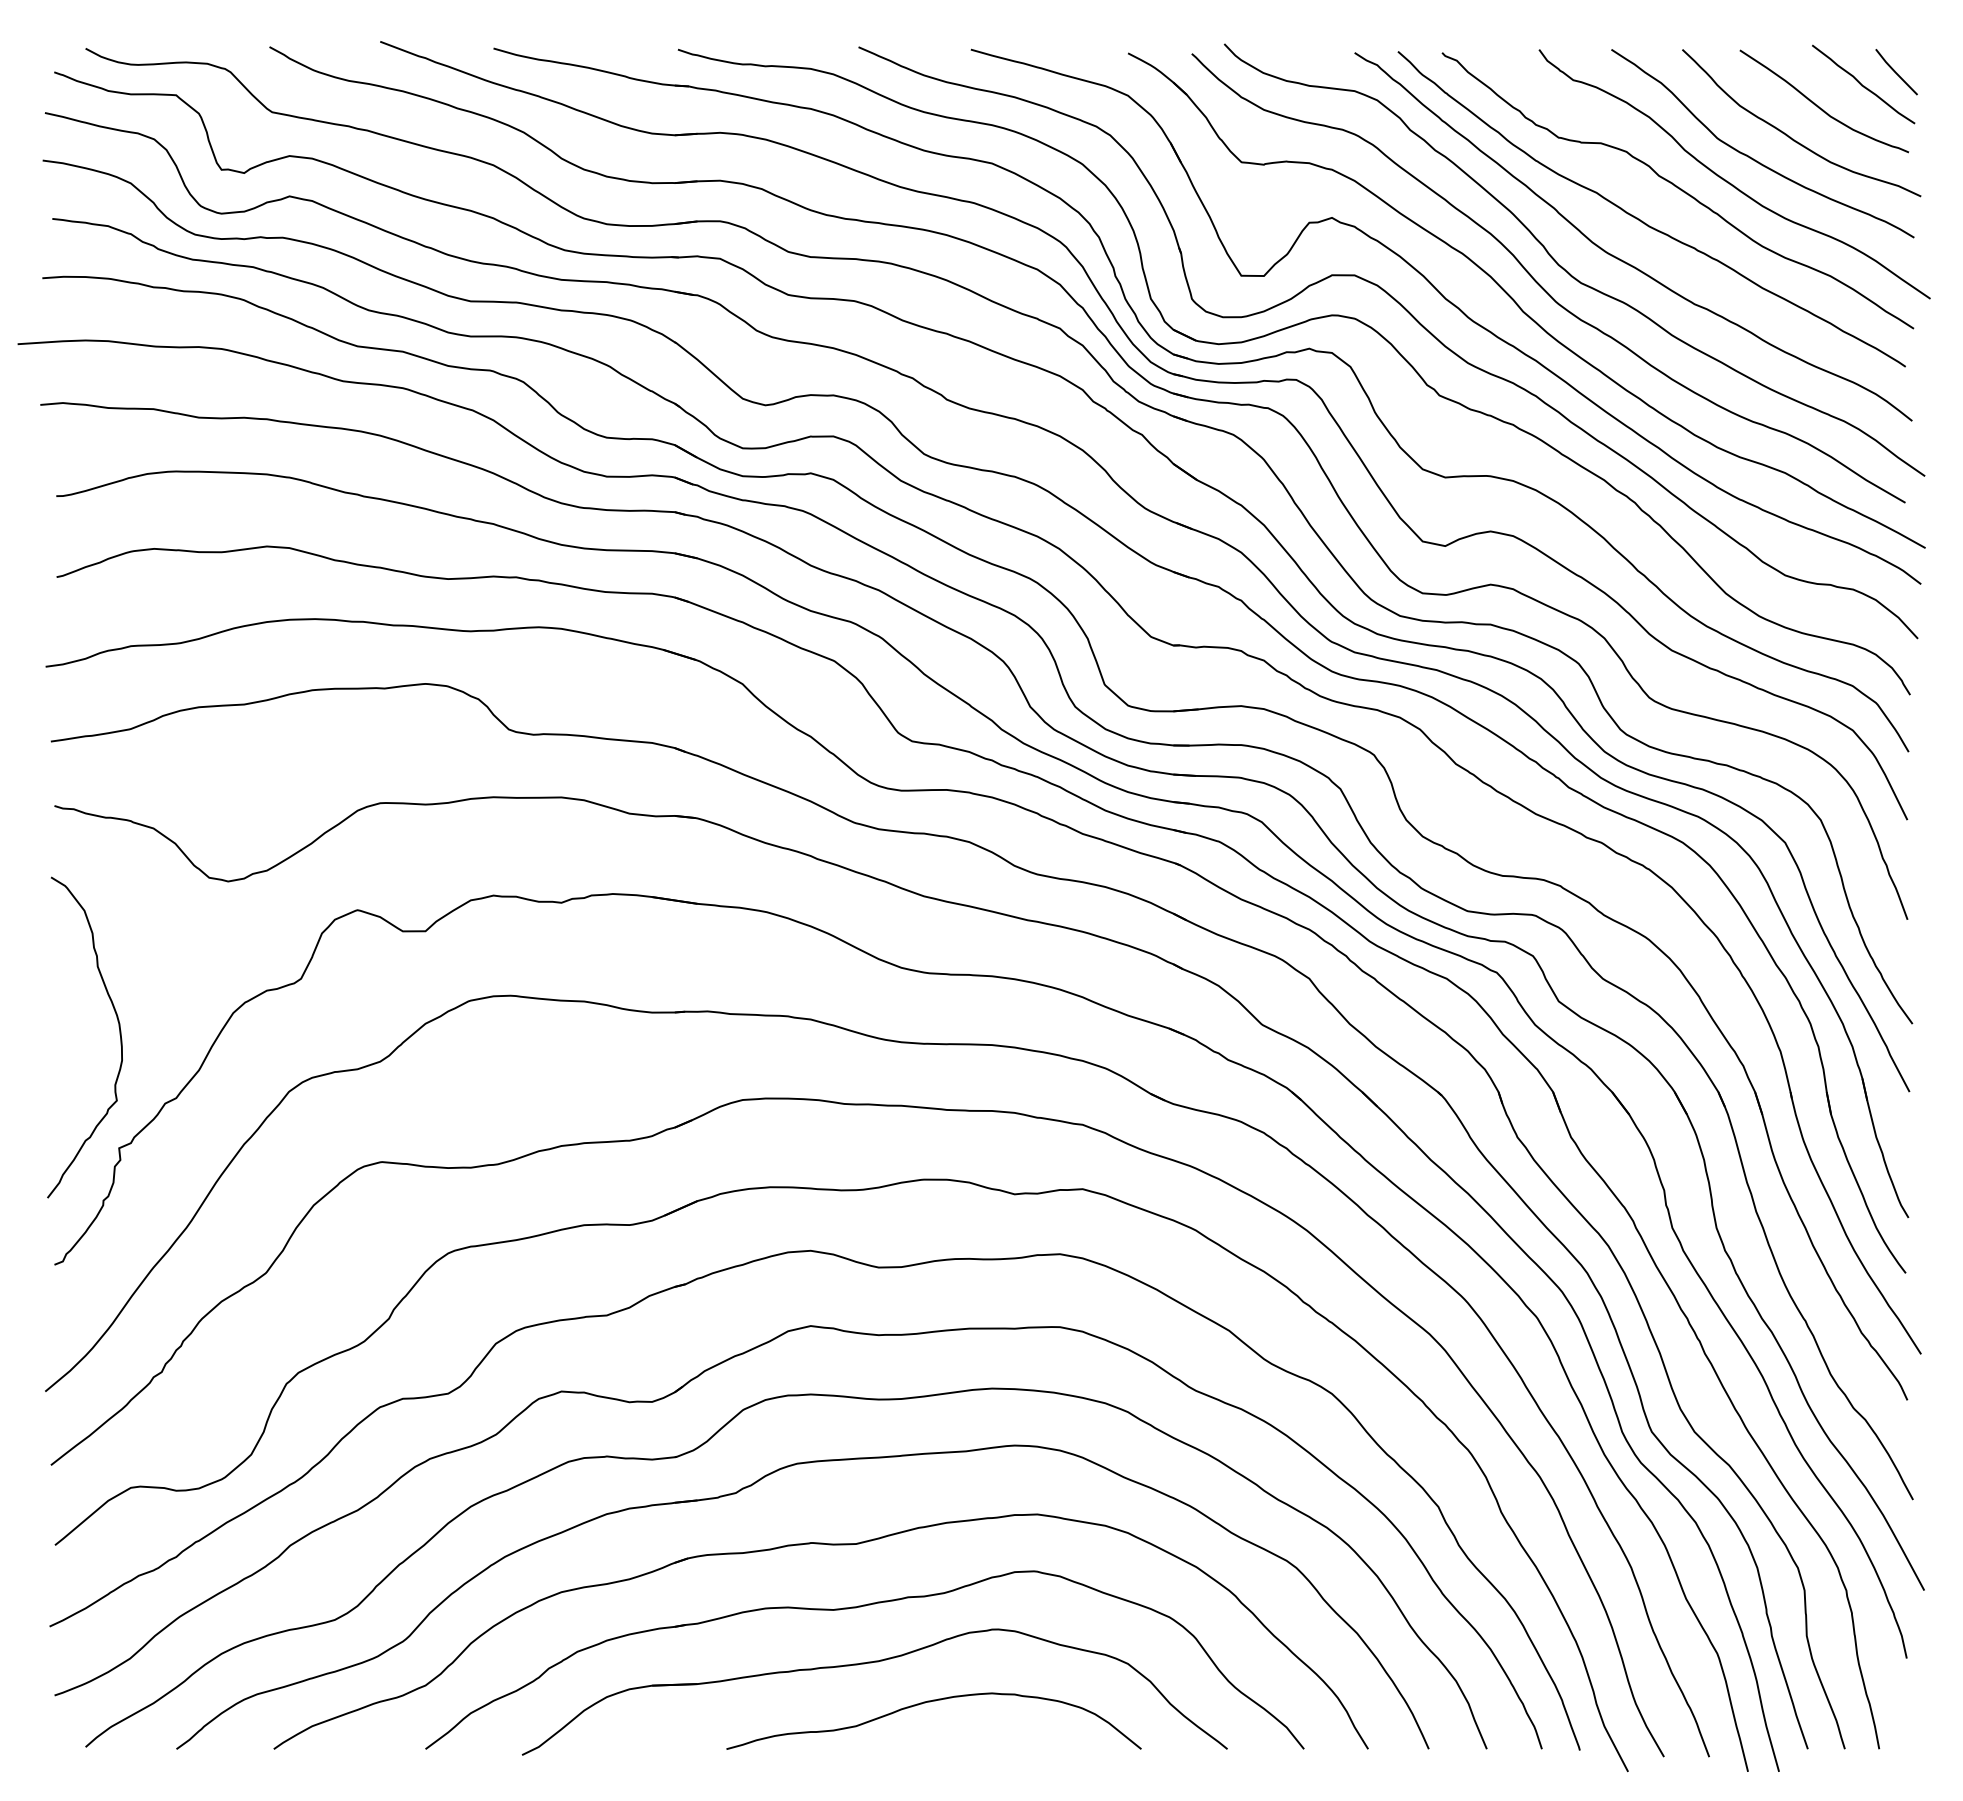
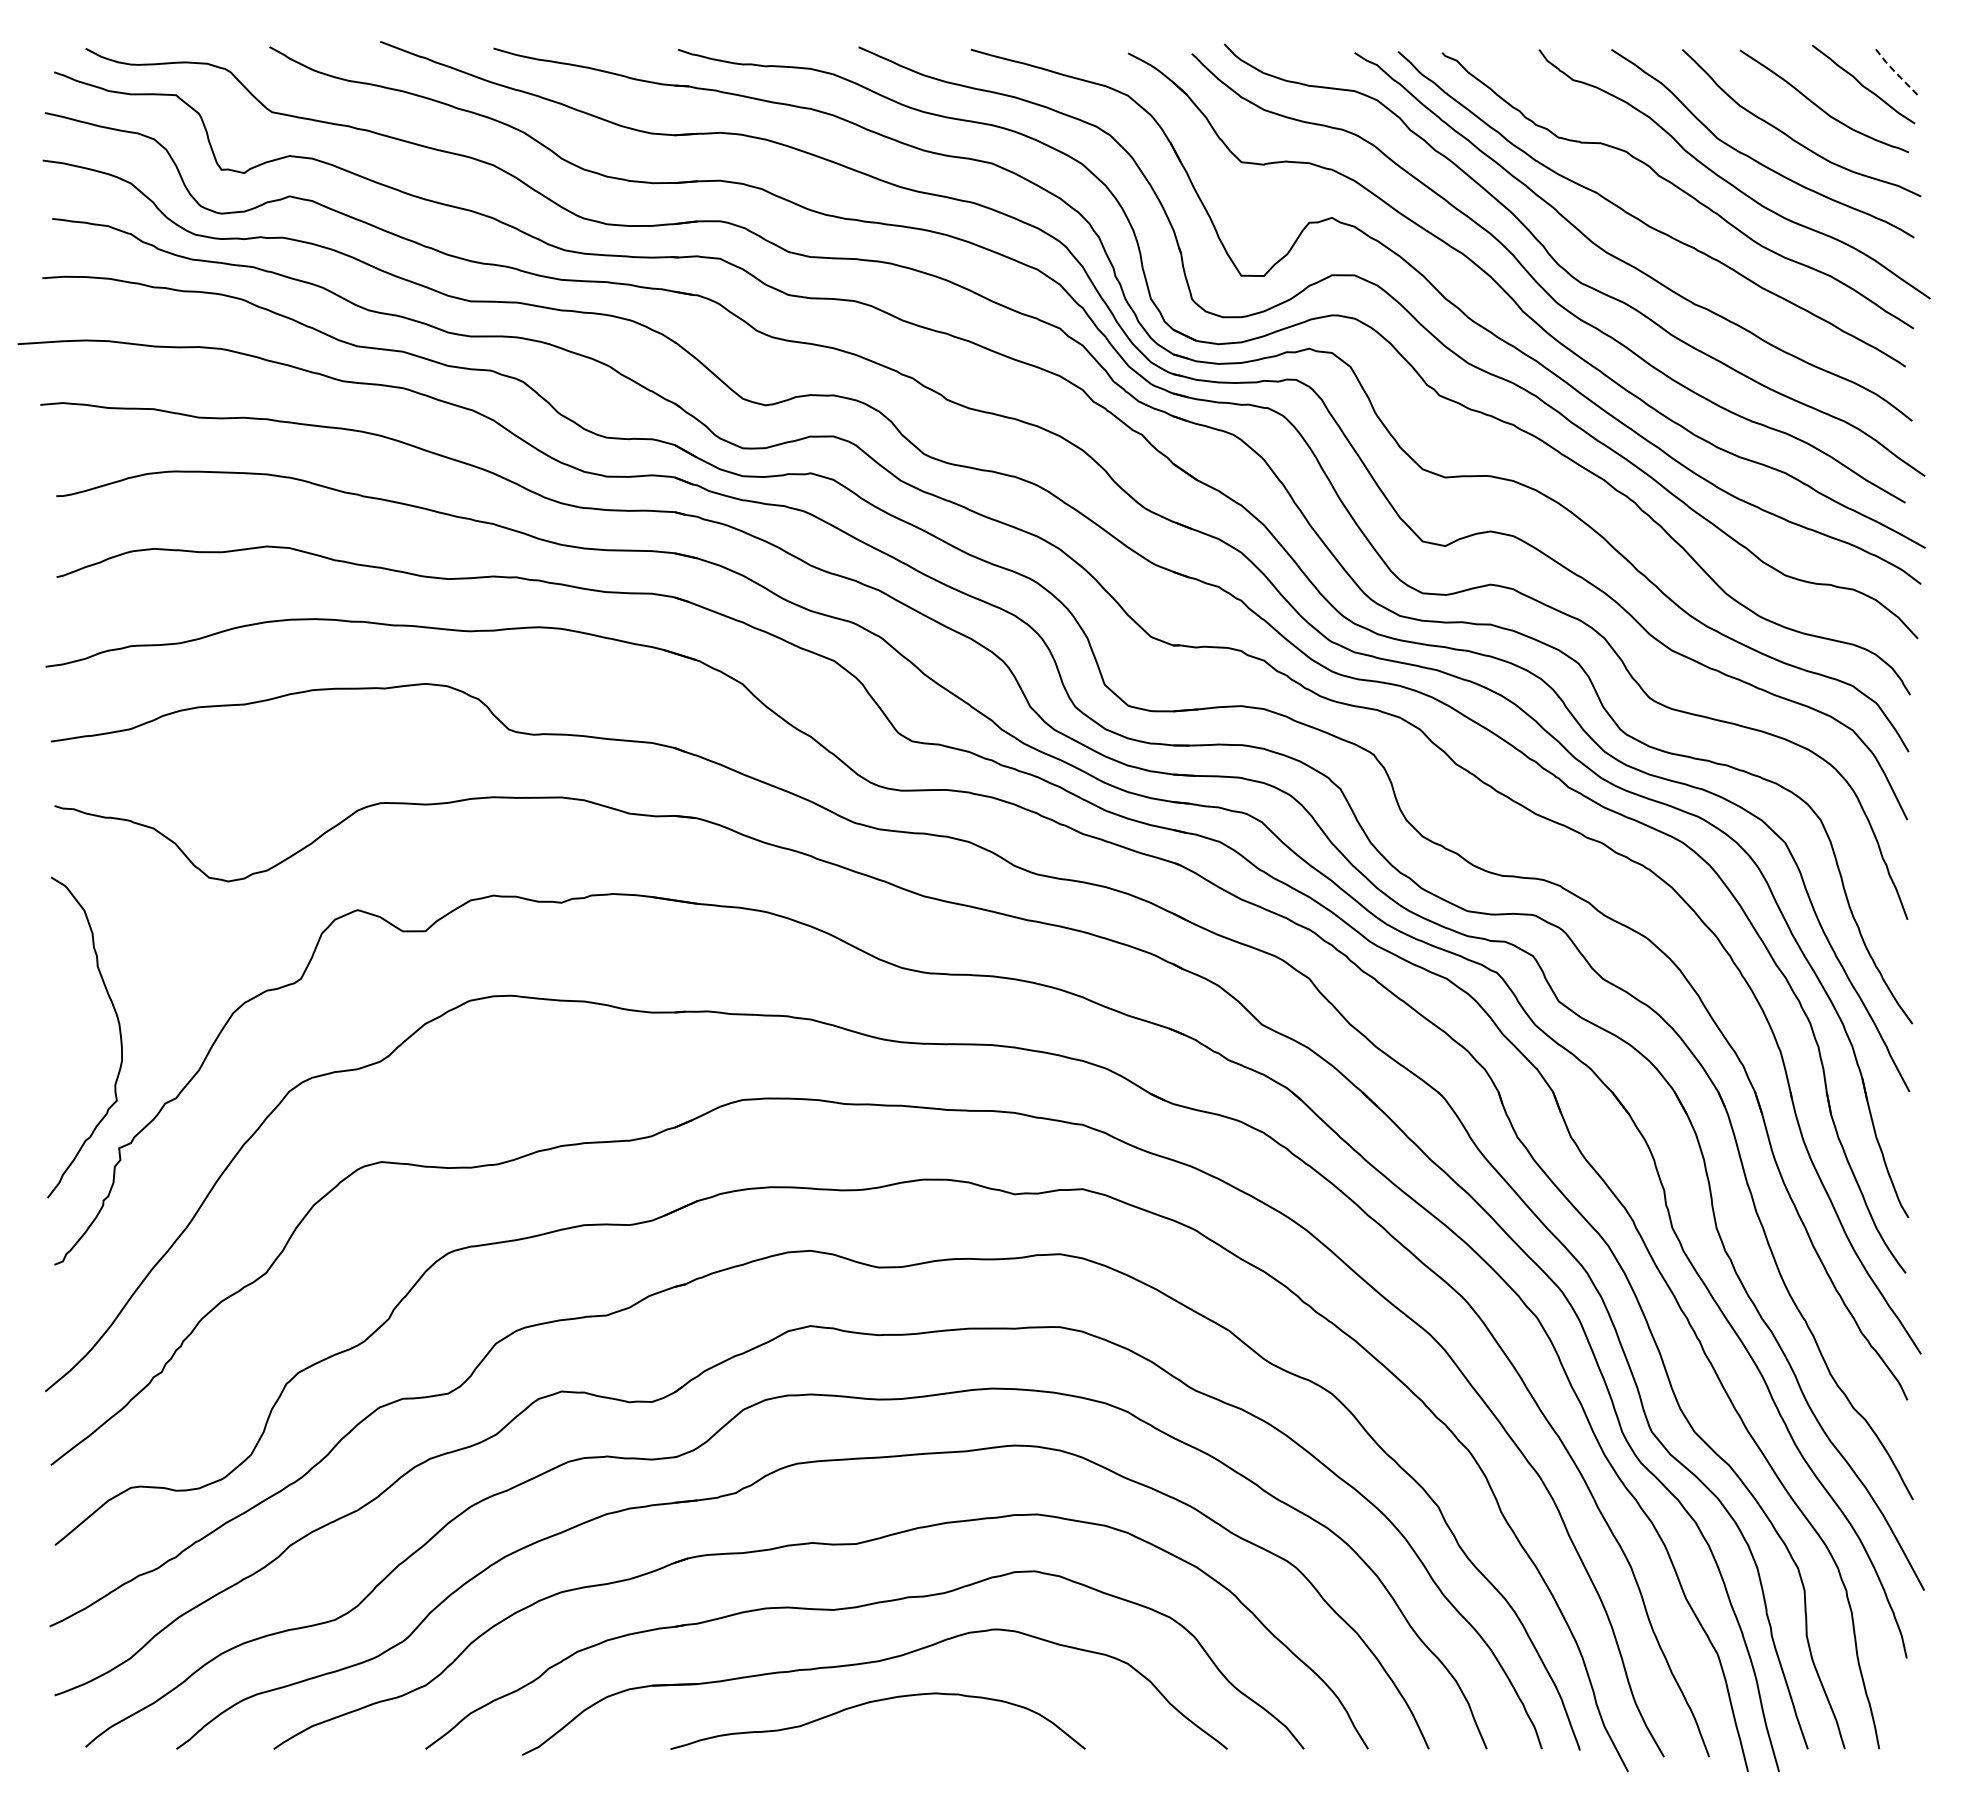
line at (1895, 72): solid -> dashed
curve at (930, 1702) position: (930, 1702) -> (874, 1702)
